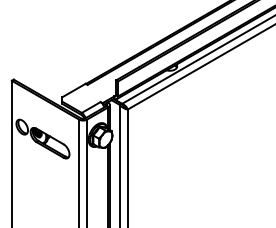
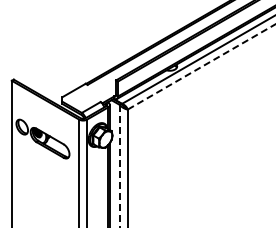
line at (202, 66): solid -> dashed
line at (120, 166): solid -> dashed
